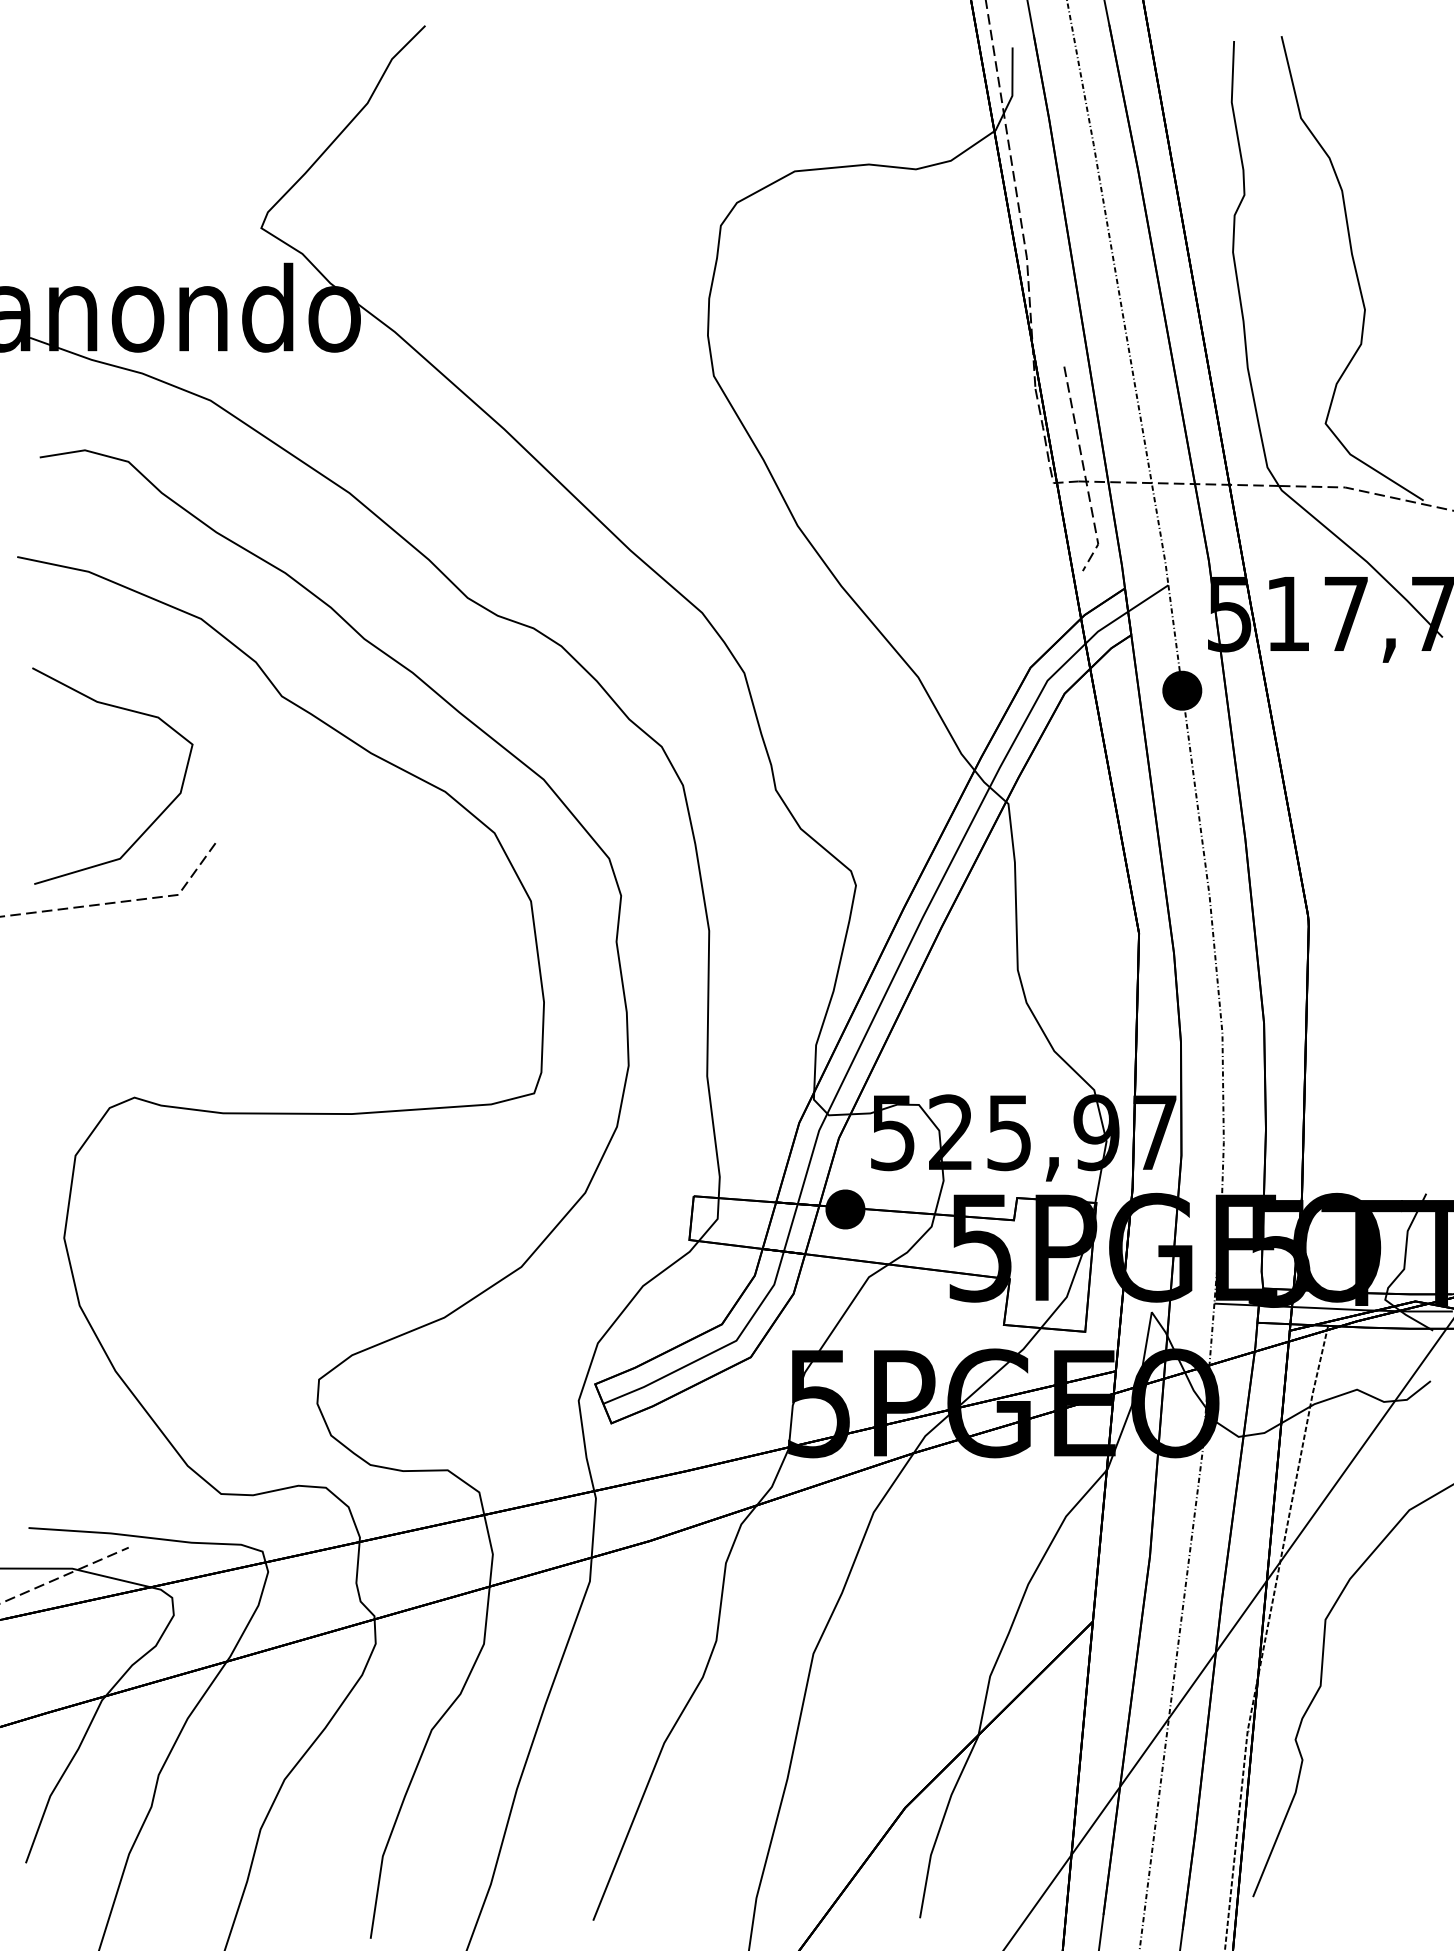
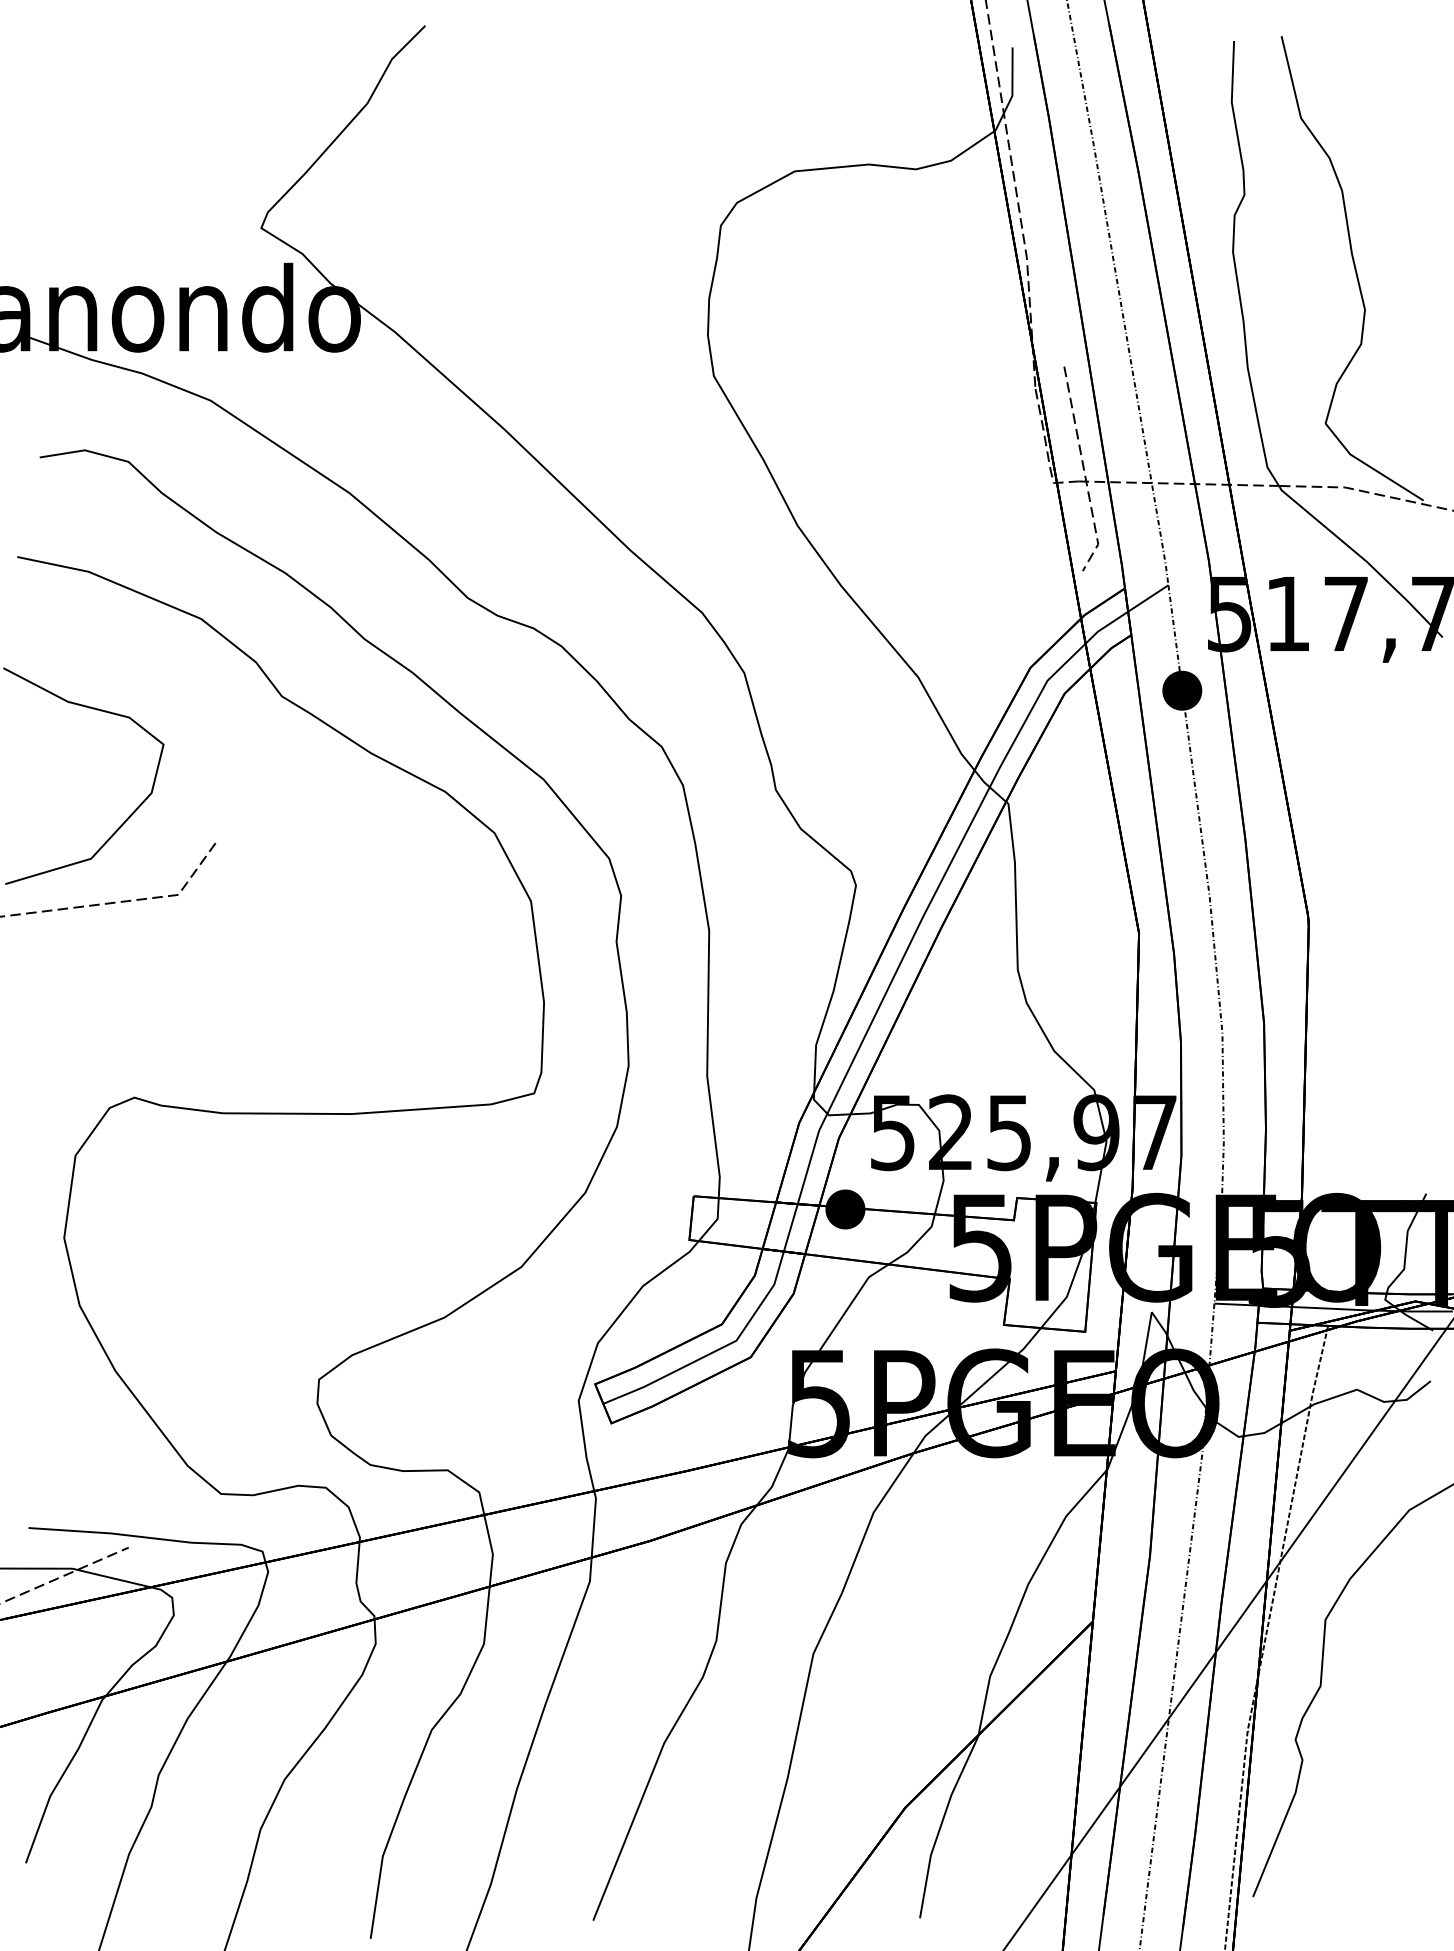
curve at (155, 818) position: (155, 818) -> (126, 818)
